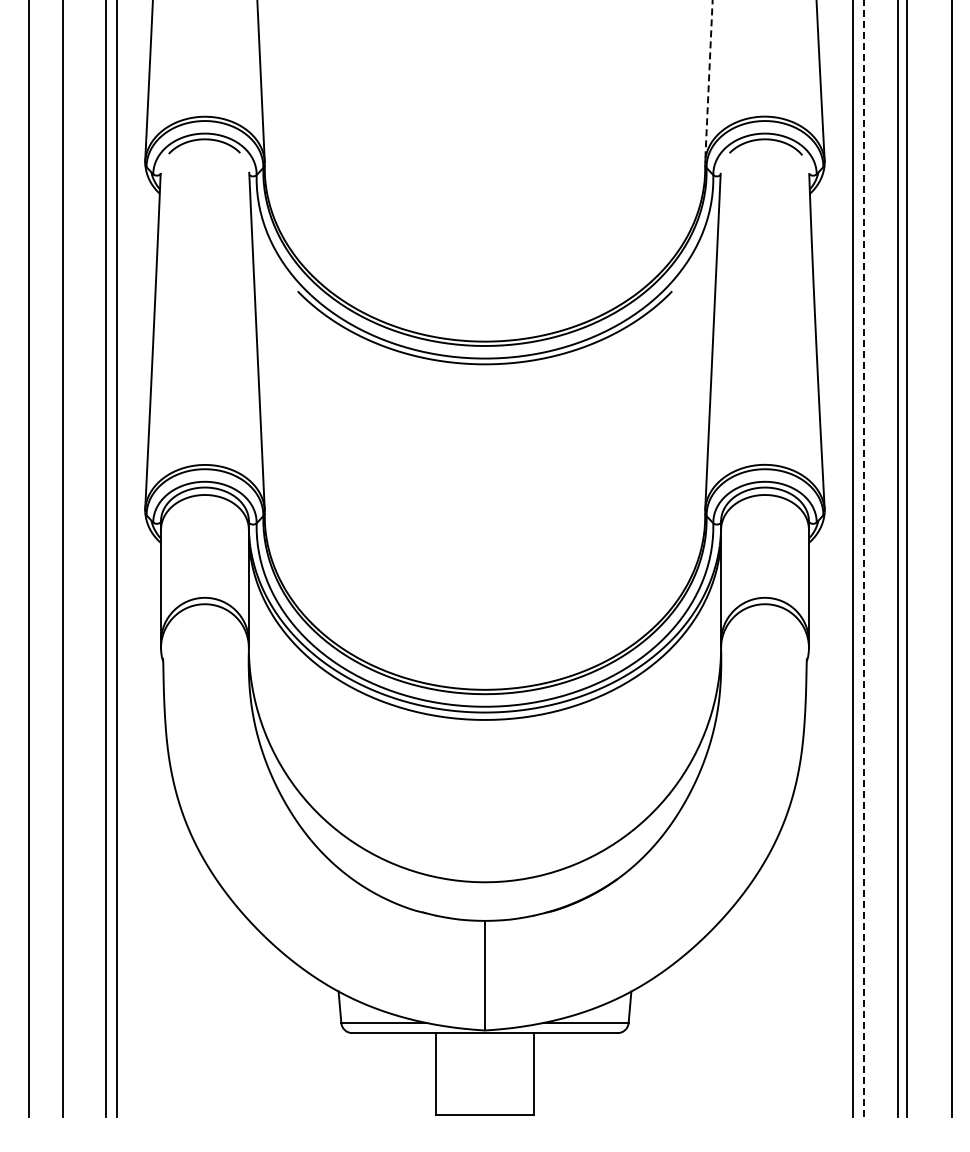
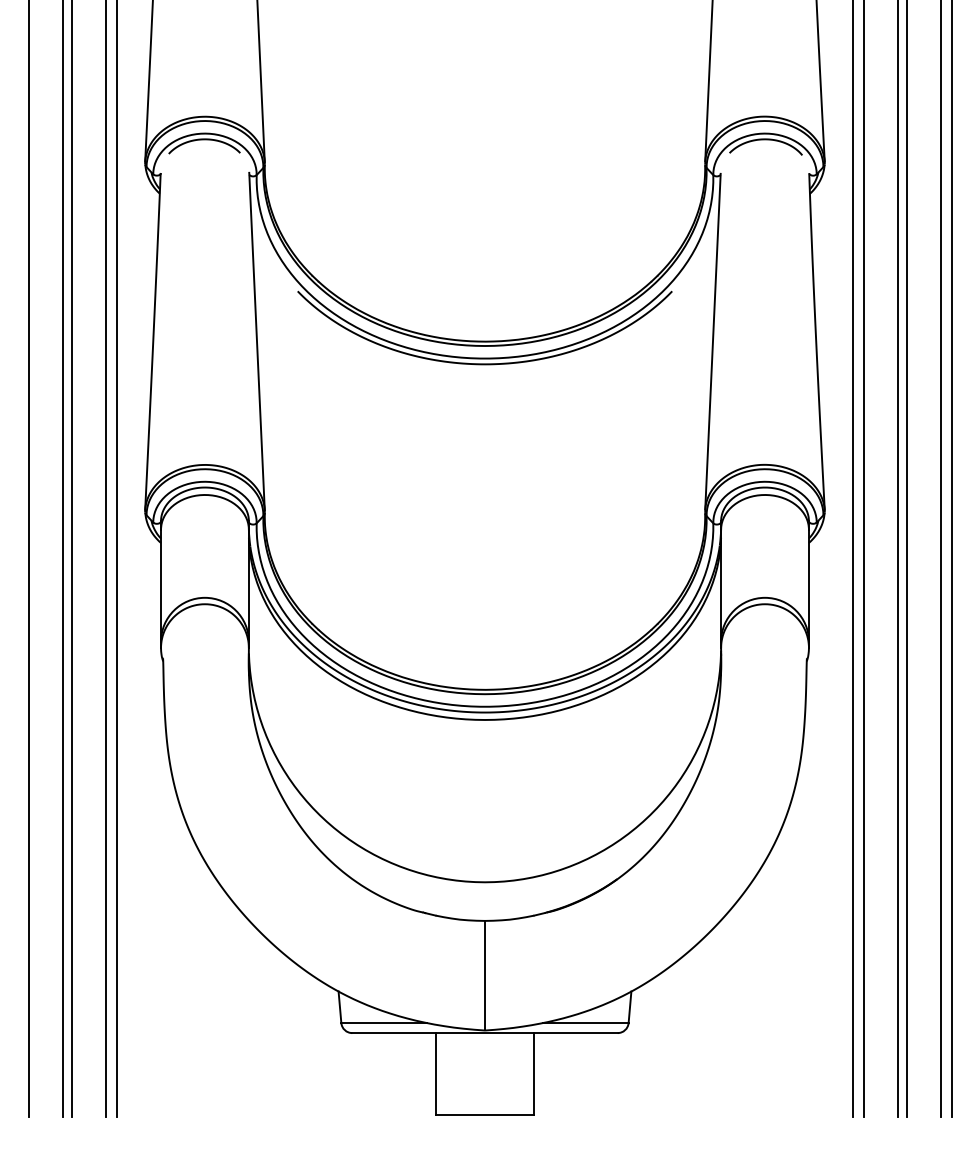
line at (708, 81): dashed -> solid
line at (72, 559): none -> present
line at (863, 559): dashed -> solid
line at (940, 559): none -> present
